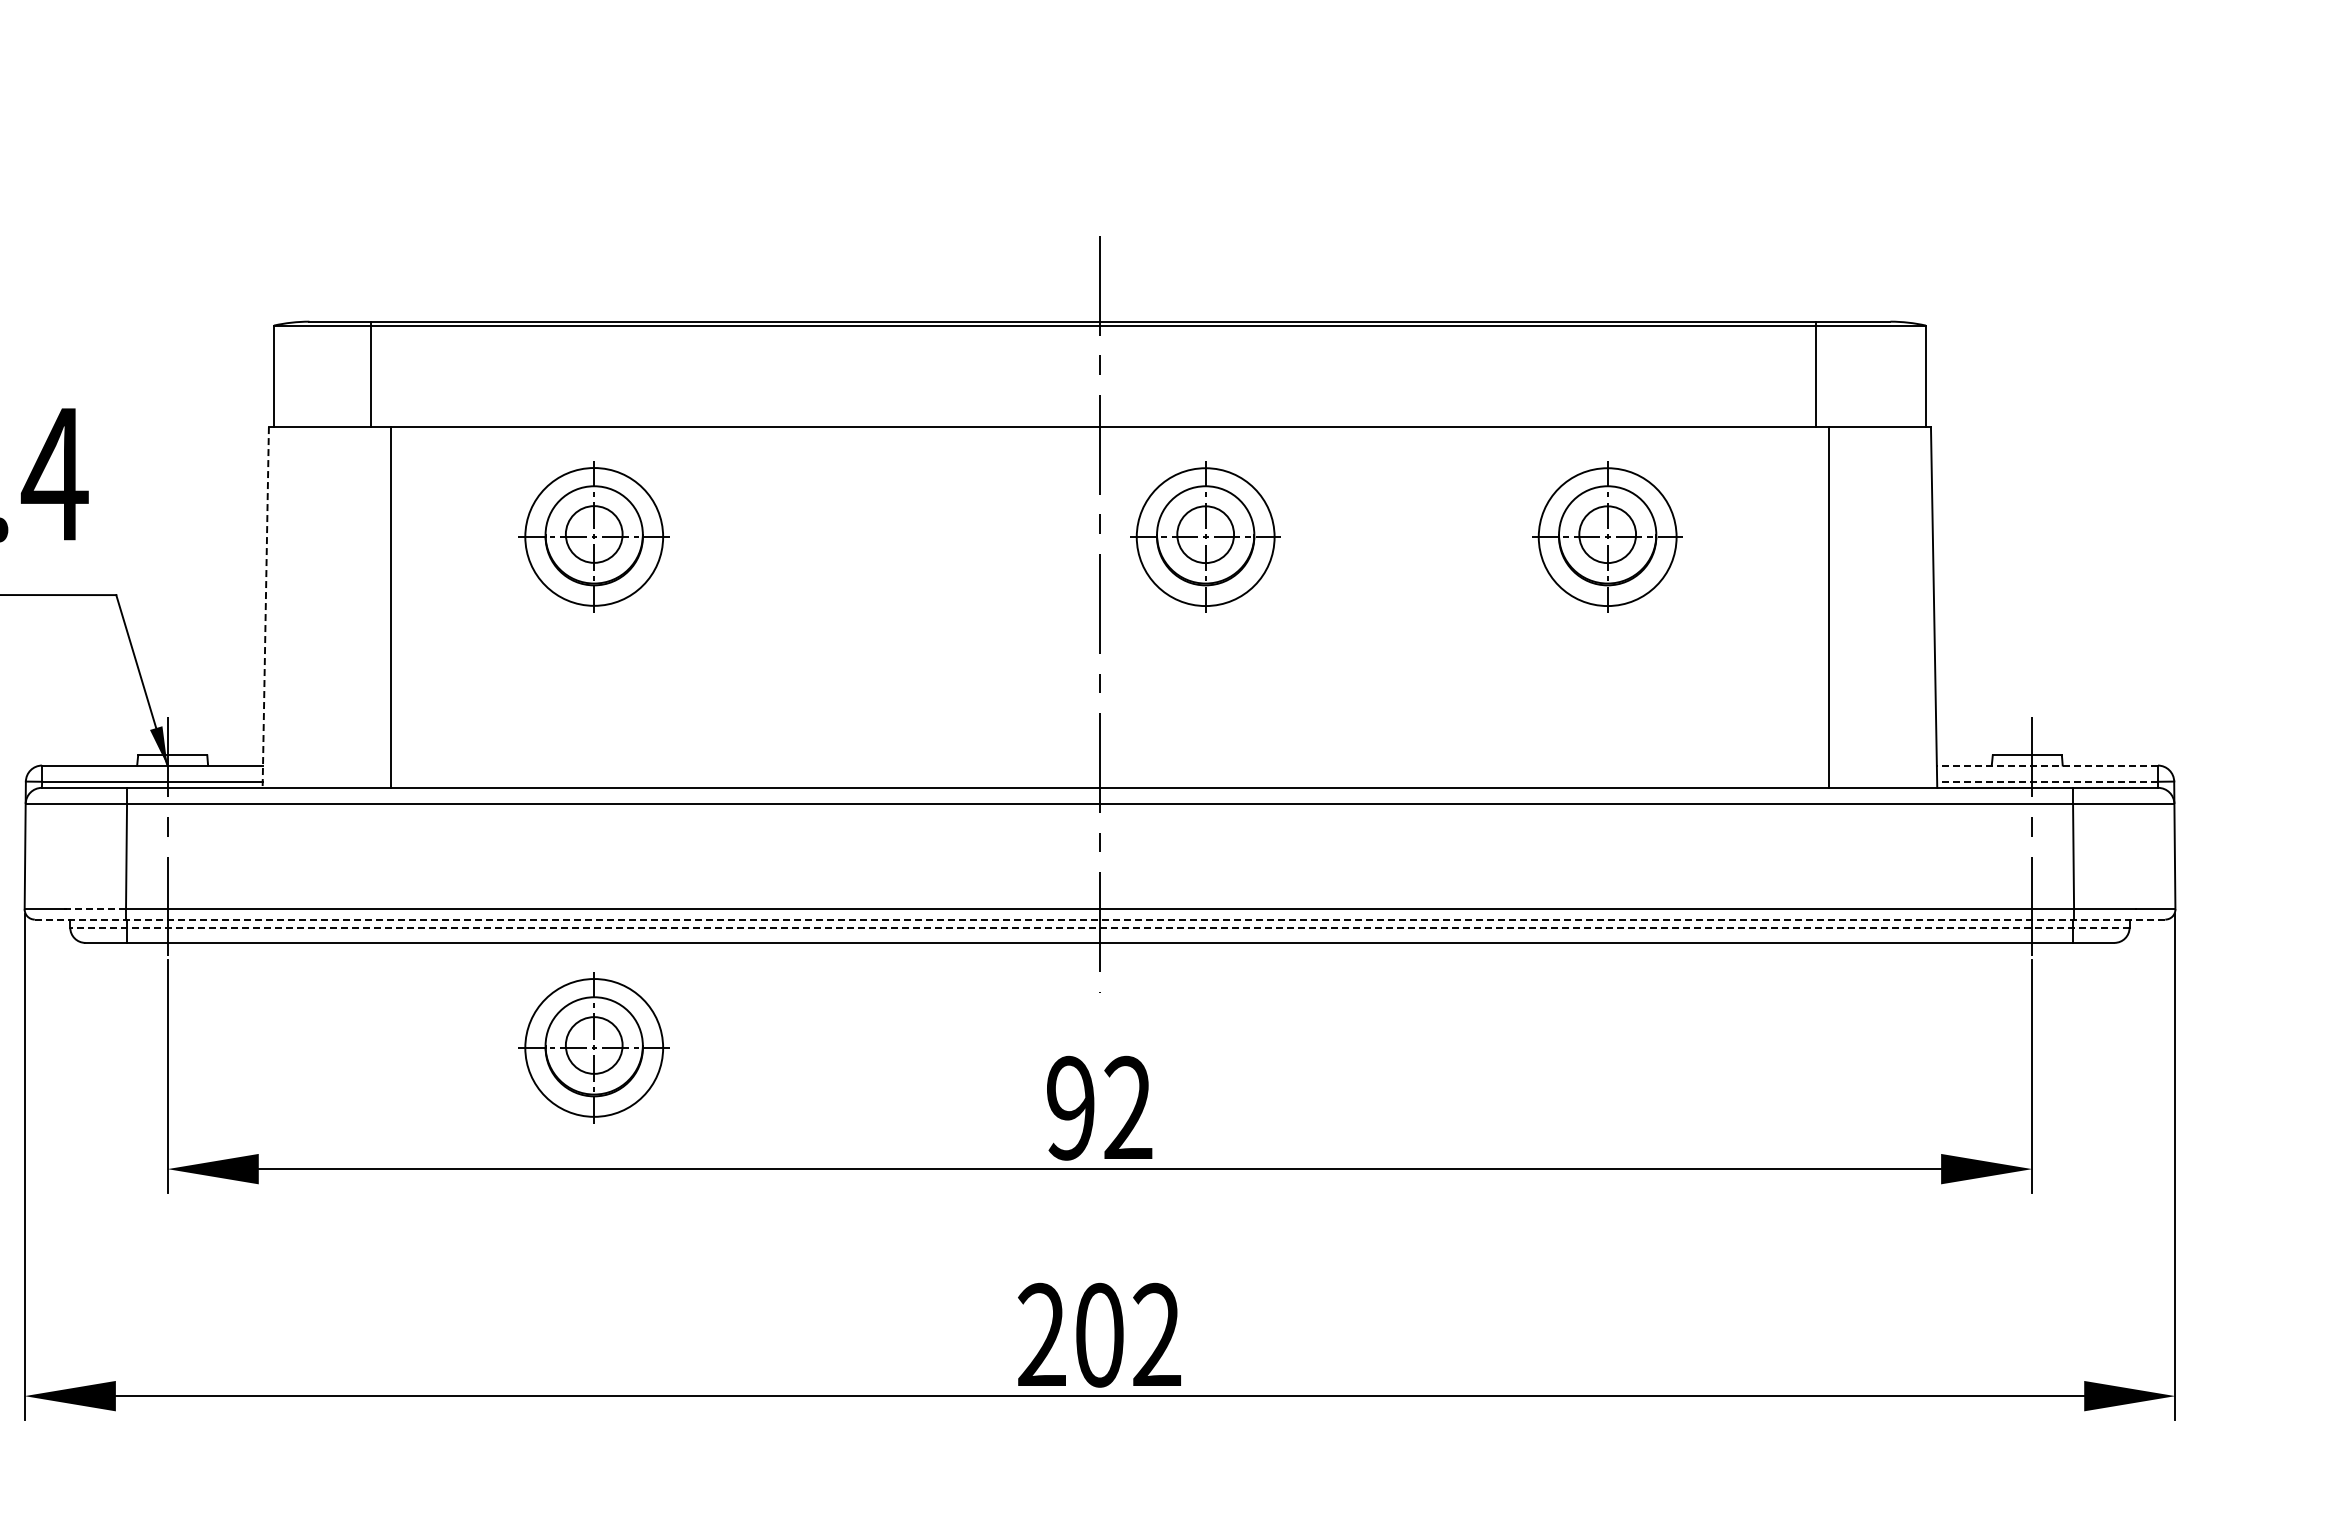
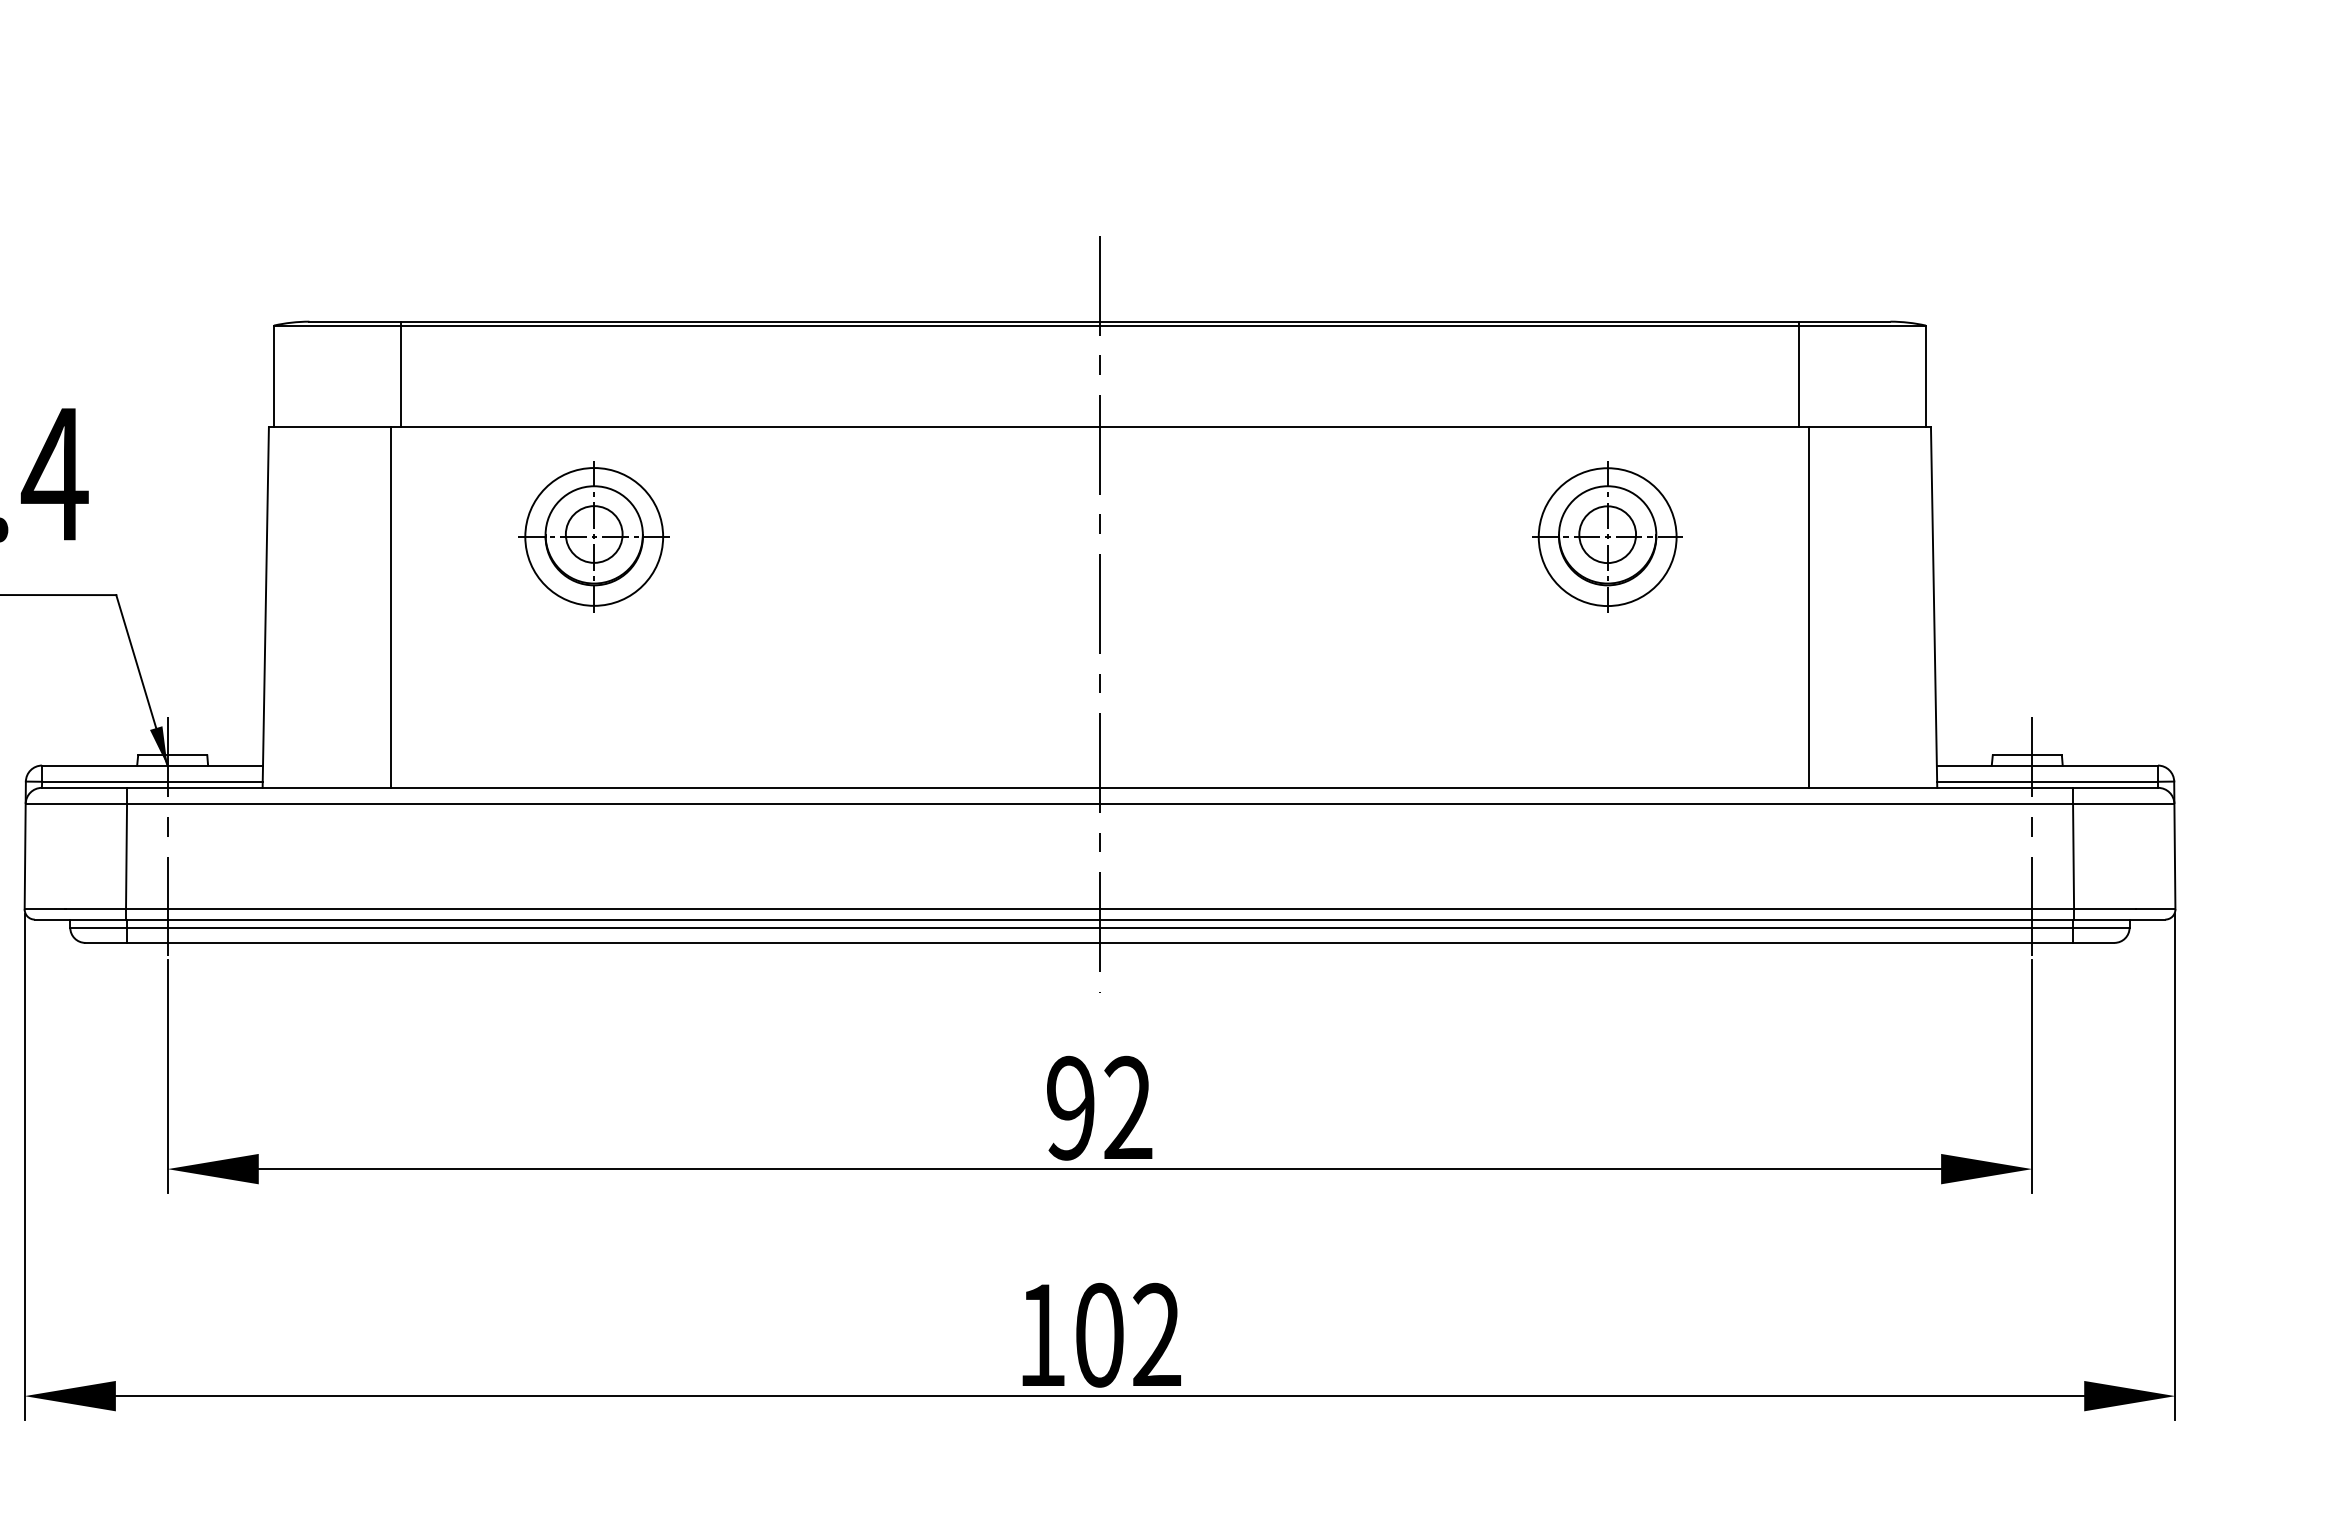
line at (370, 374) position: (370, 374) -> (400, 374)
line at (1816, 374) position: (1816, 374) -> (1799, 374)
part at (1205, 536): present -> none
line at (265, 607): dashed -> solid
line at (1829, 607) position: (1829, 607) -> (1809, 607)
line at (2047, 765): dashed -> solid
line at (2047, 781): dashed -> solid
line at (95, 909): dashed -> solid
line at (1099, 919): dashed -> solid
line at (1099, 927): dashed -> solid
part at (593, 1047): present -> none
text at (1041, 1333): 202 -> 102
